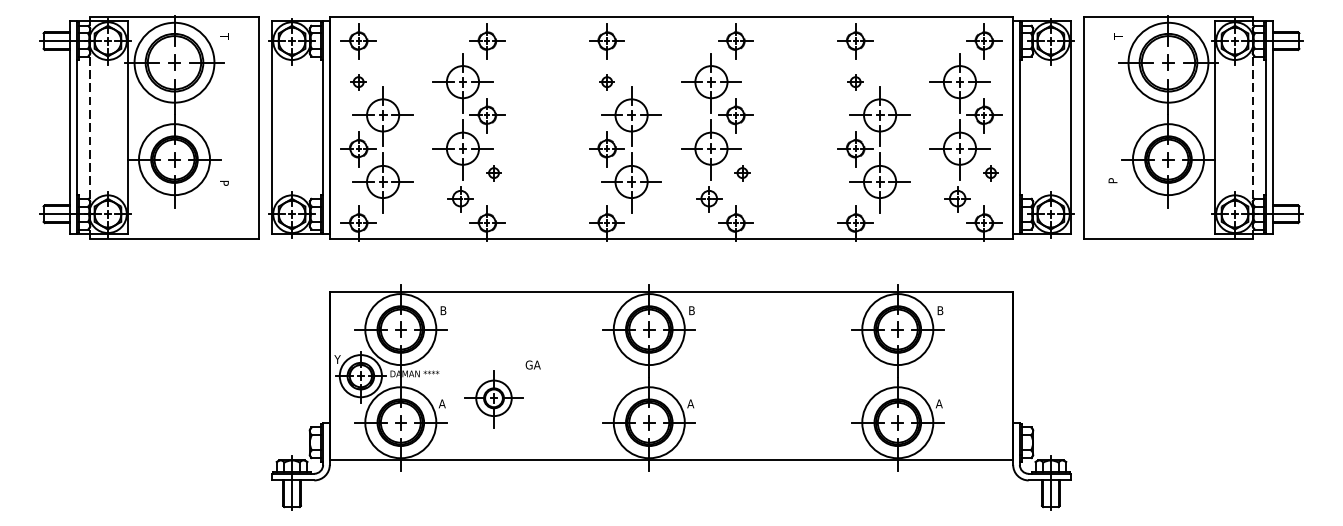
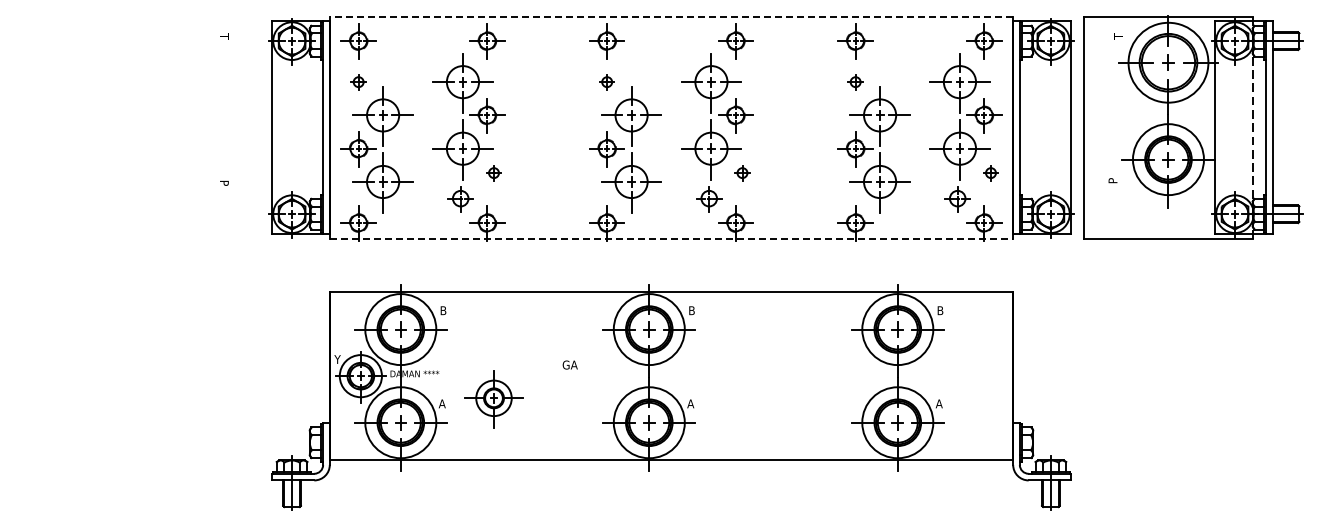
line at (671, 16): solid -> dashed
part at (149, 127): present -> none
line at (671, 238): solid -> dashed
text at (532, 364) position: (532, 364) -> (569, 364)
